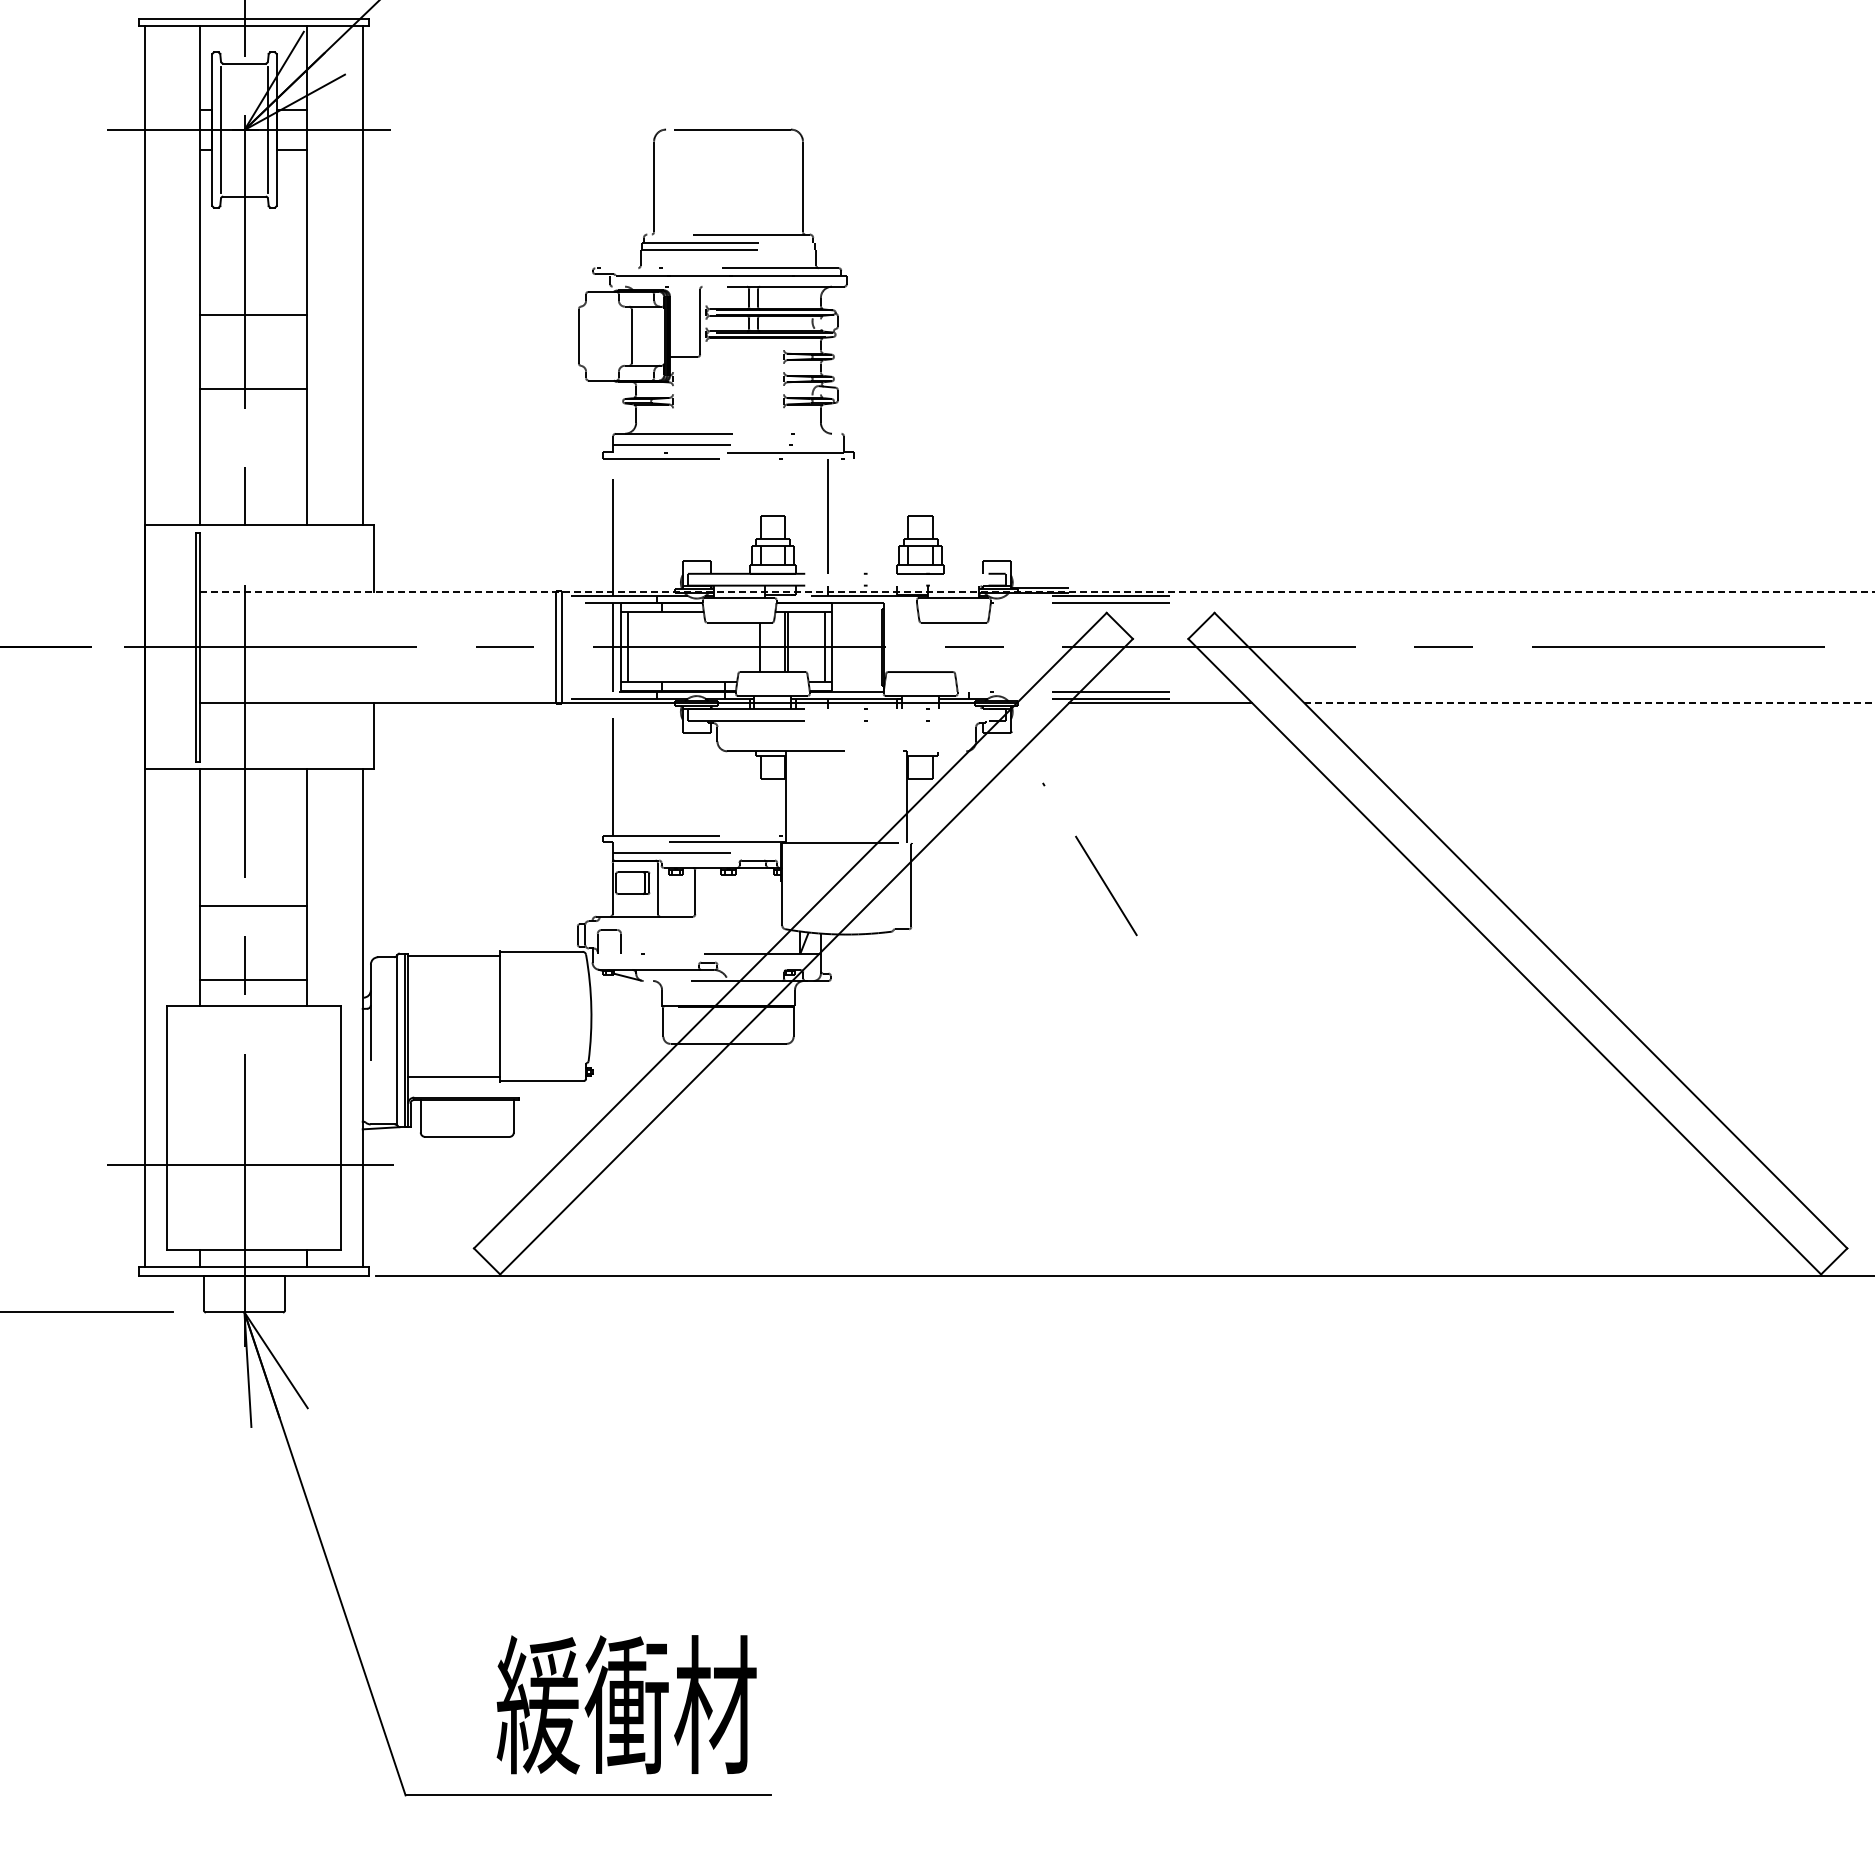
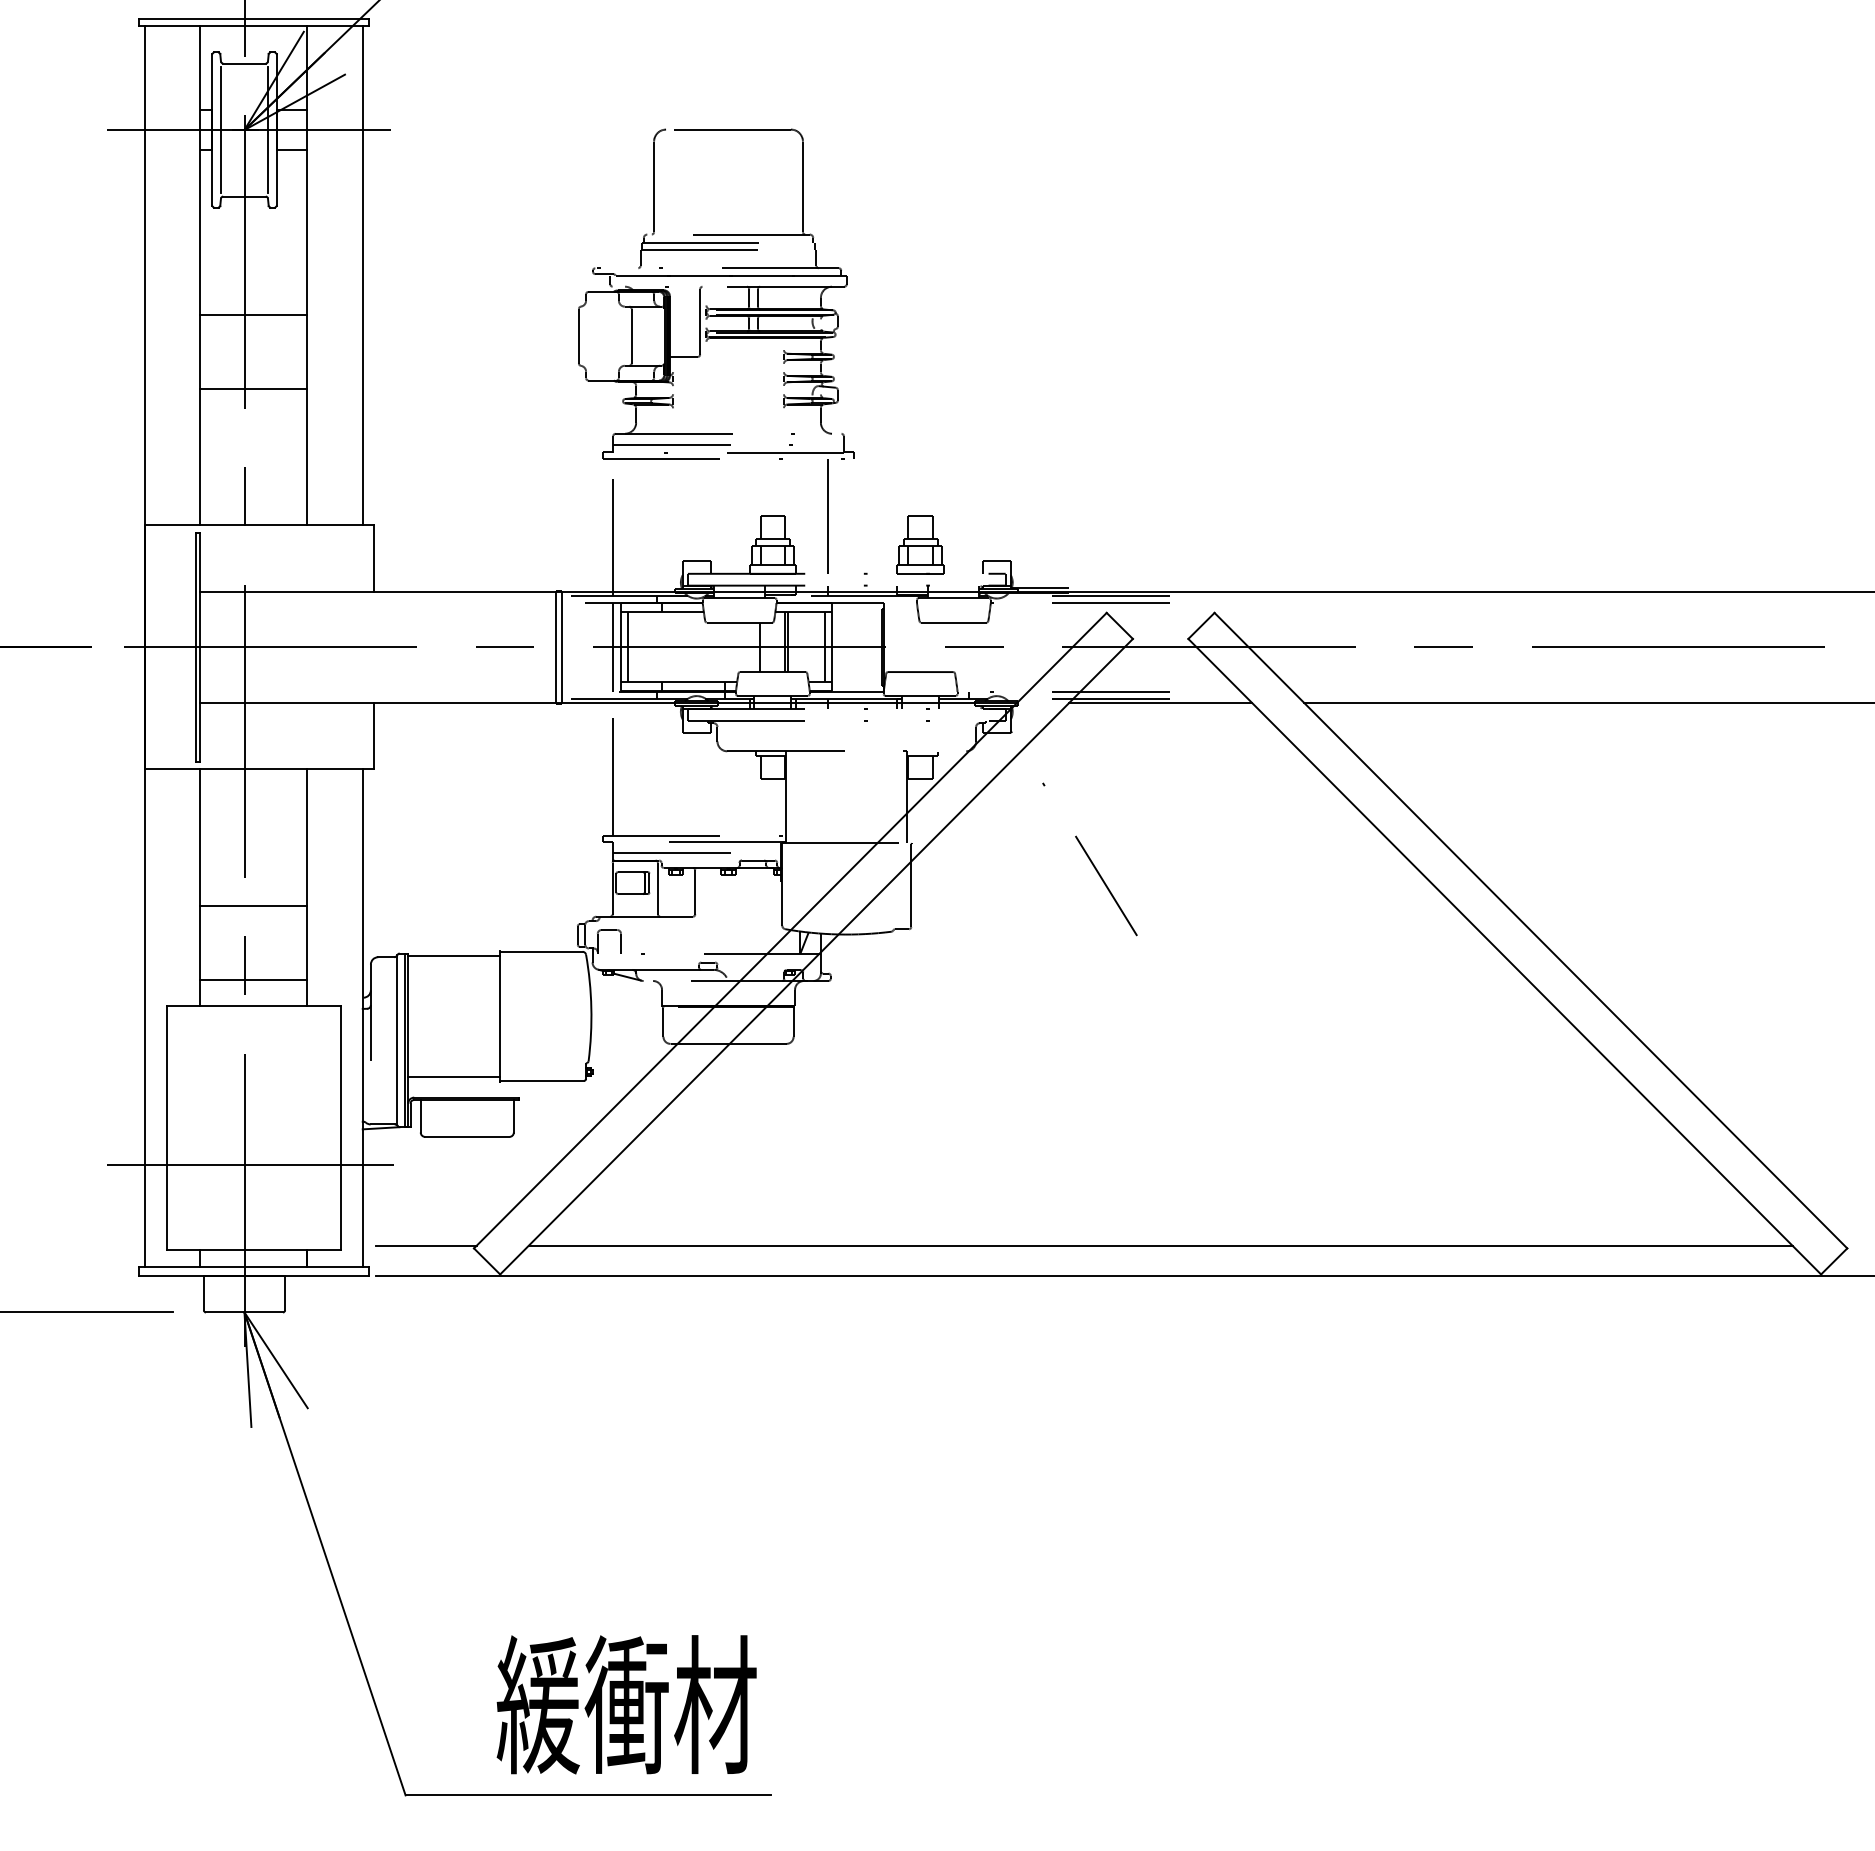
line at (1037, 591): dashed -> solid
line at (1589, 702): dashed -> solid
line at (426, 1245): none -> present
line at (1160, 1245): none -> present
